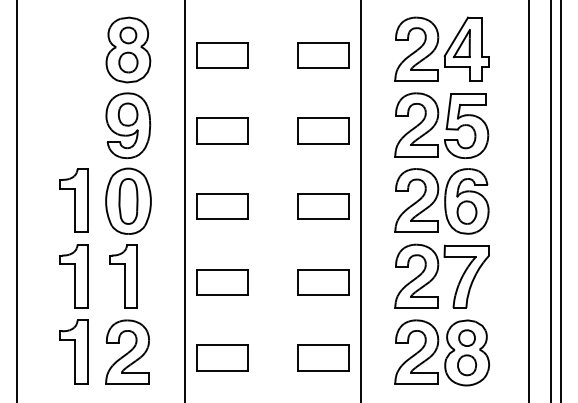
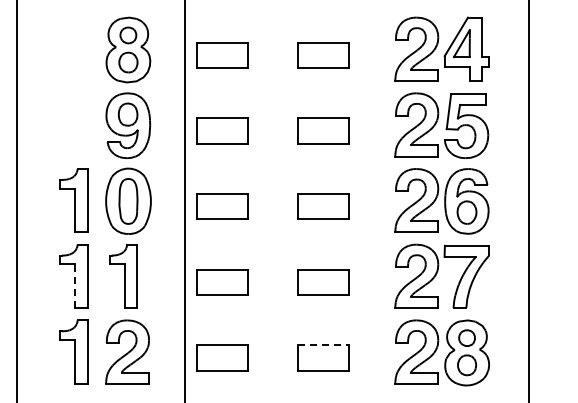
line at (361, 200): present -> none
line at (550, 200): present -> none
line at (560, 200): present -> none
line at (75, 286): solid -> dashed
line at (323, 345): solid -> dashed
